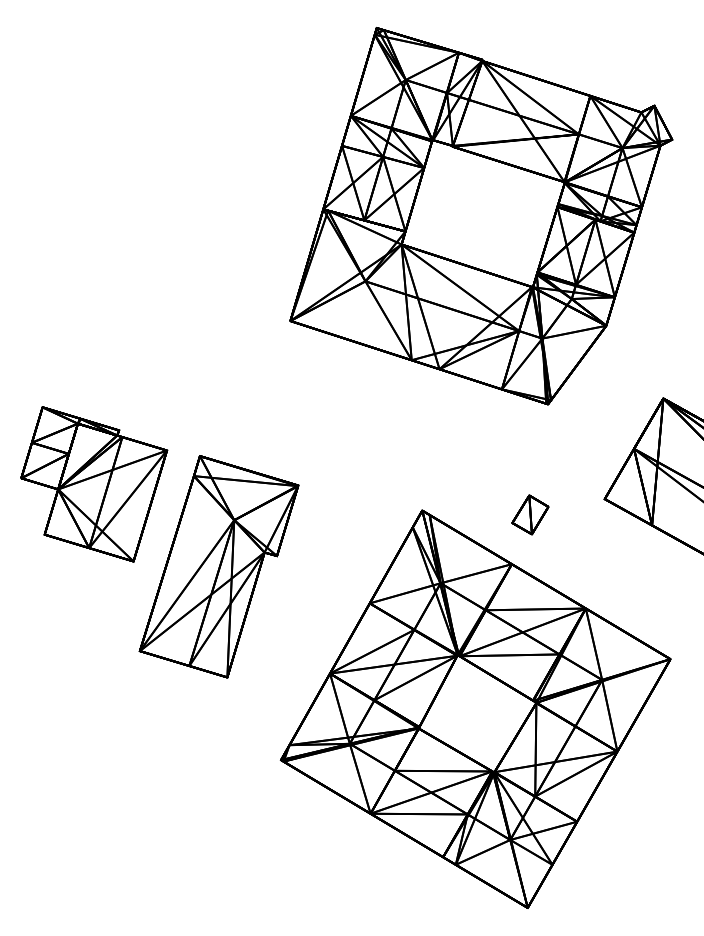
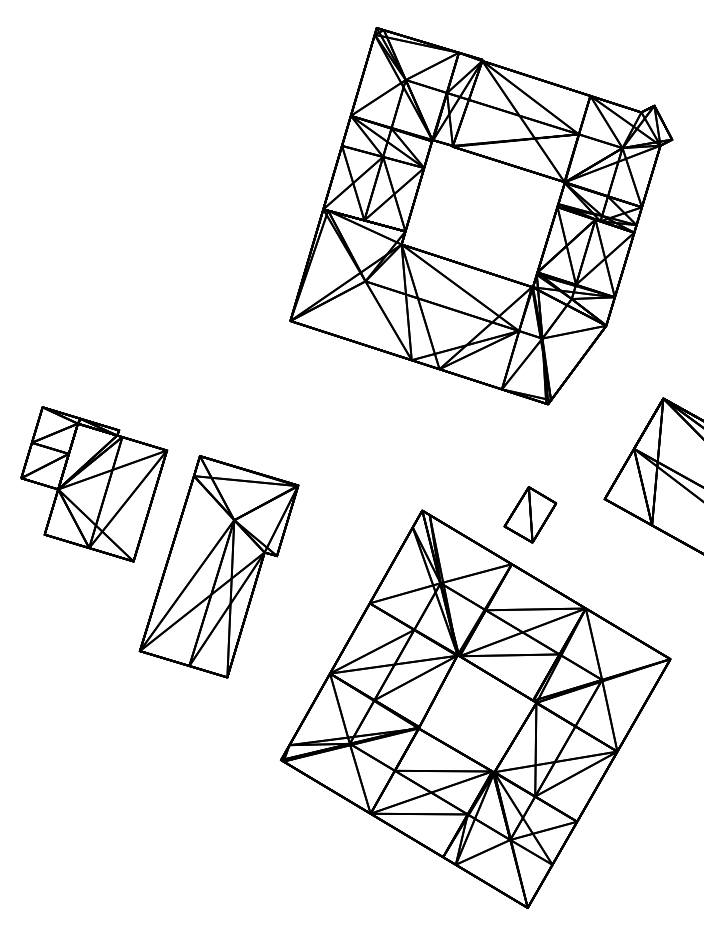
part at (530, 514) size: 39x42 px -> 55x58 px
